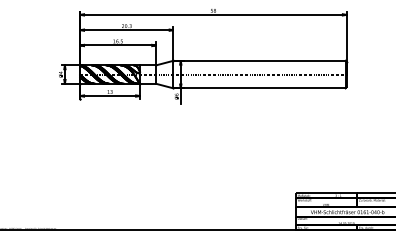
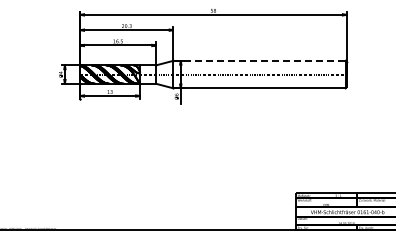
line at (260, 60): solid -> dashed
